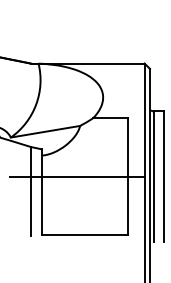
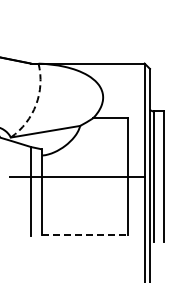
arc at (36, 104): solid -> dashed
line at (85, 234): solid -> dashed
